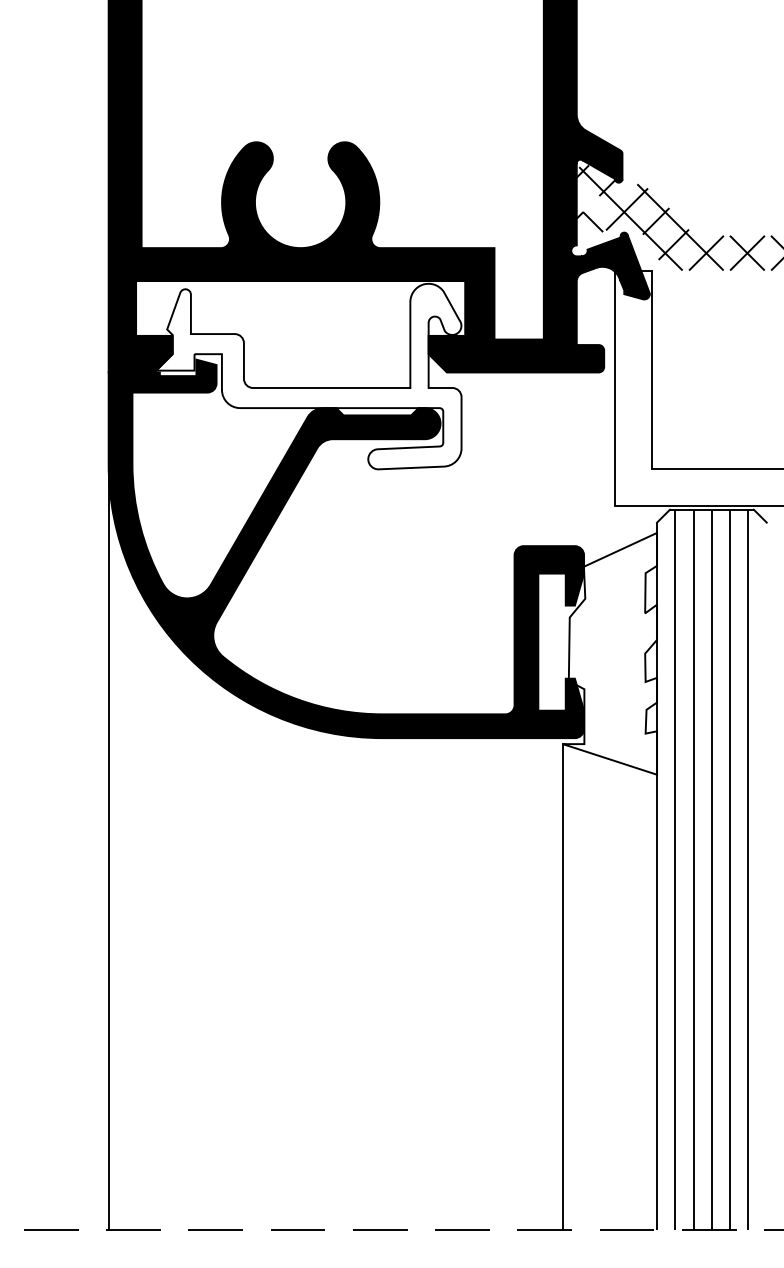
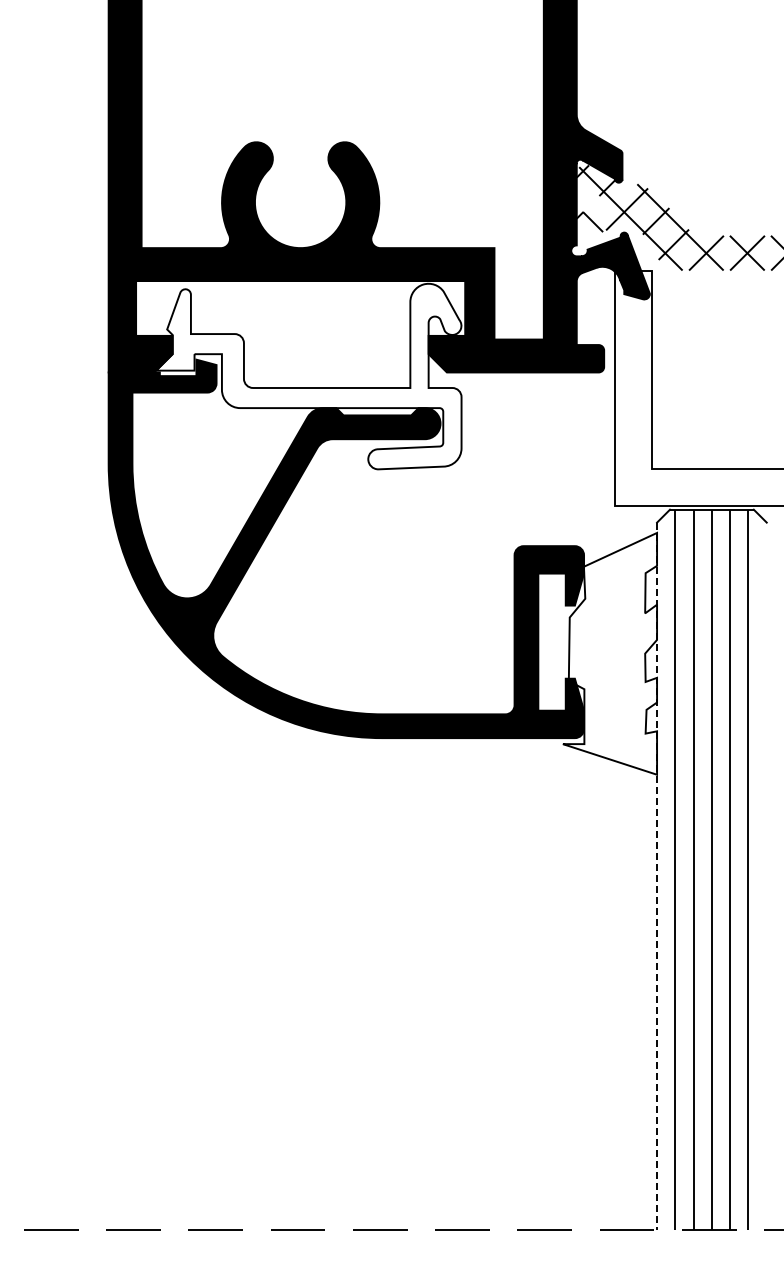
line at (108, 846): present -> none
line at (657, 876): solid -> dashed
line at (562, 986): present -> none
